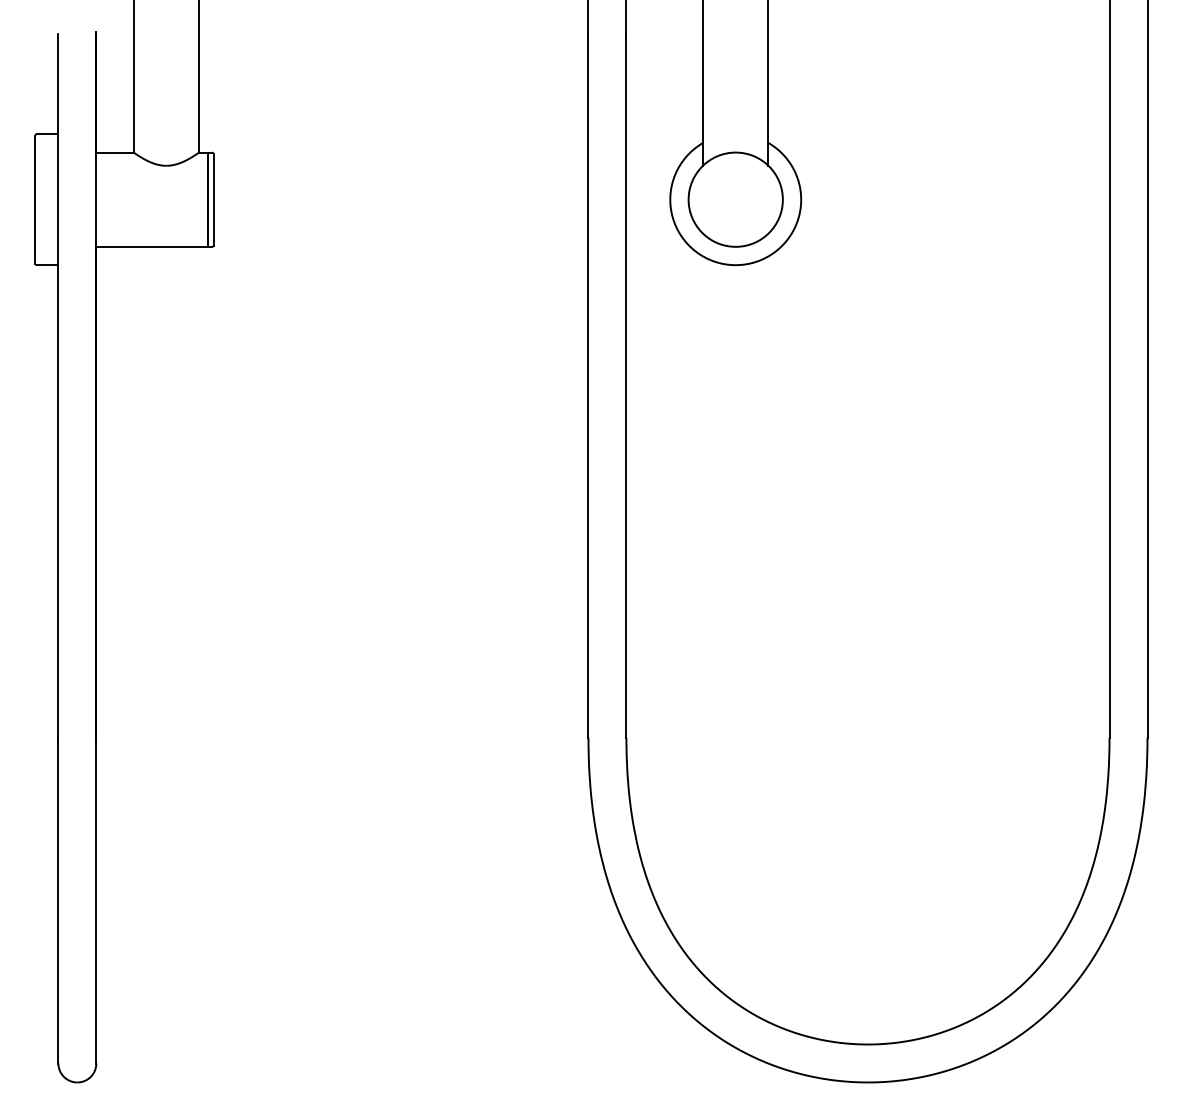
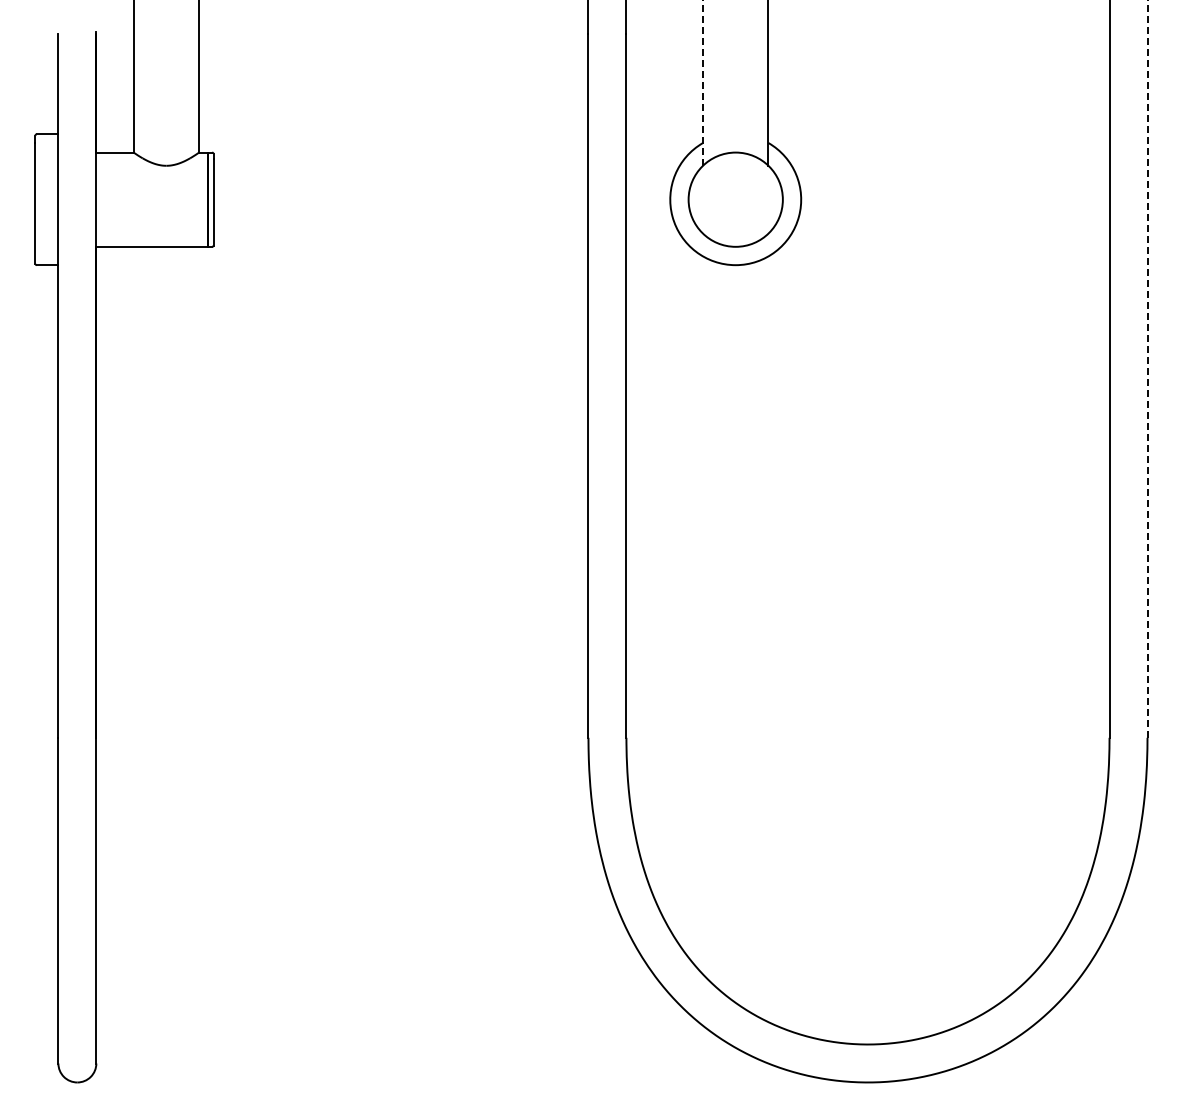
line at (703, 82): solid -> dashed
line at (1147, 369): solid -> dashed
